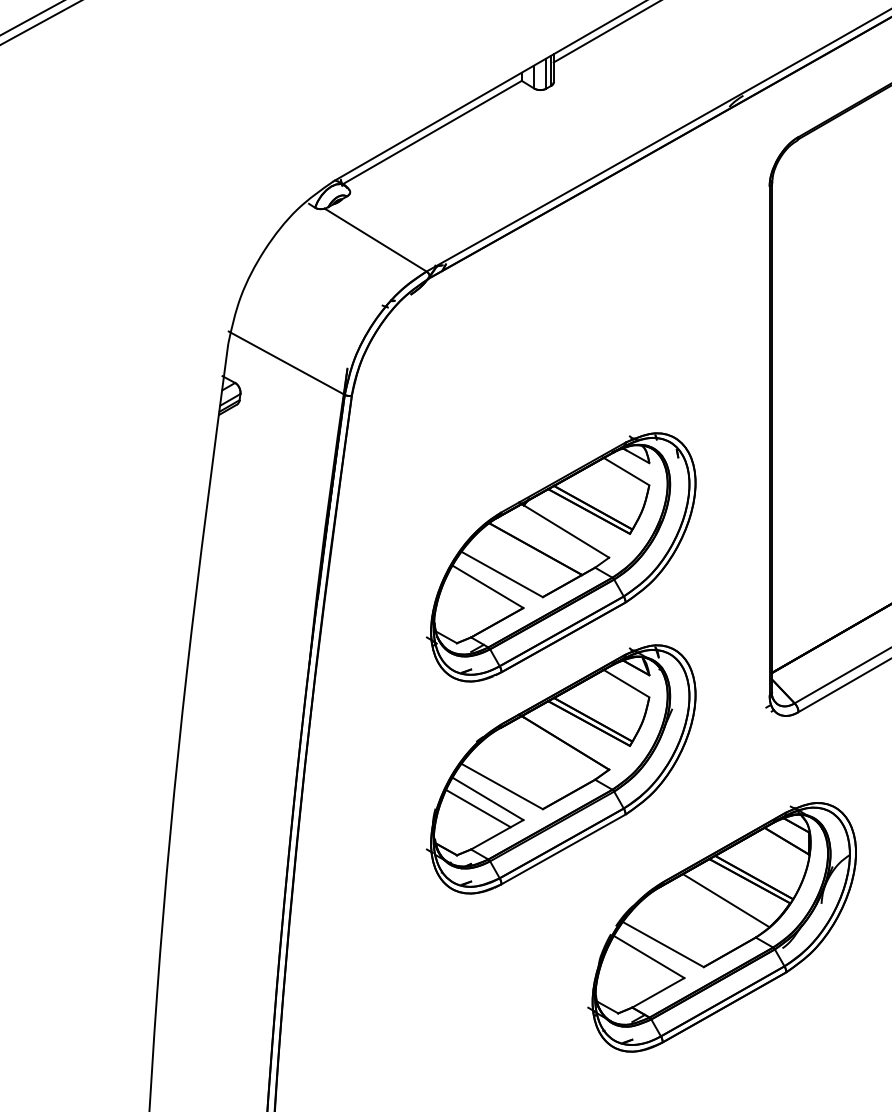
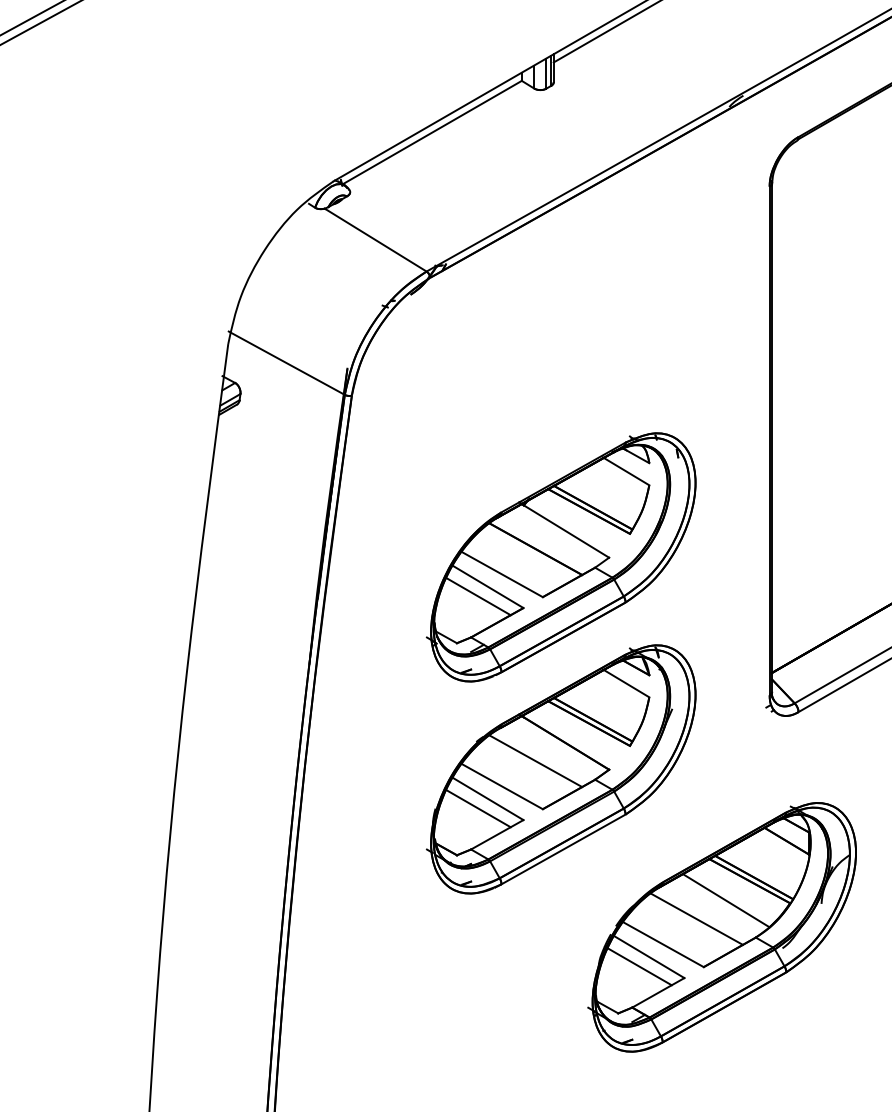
line at (478, 596): none -> present
line at (535, 761): none -> present
line at (696, 918): none -> present
line at (639, 966): none -> present
